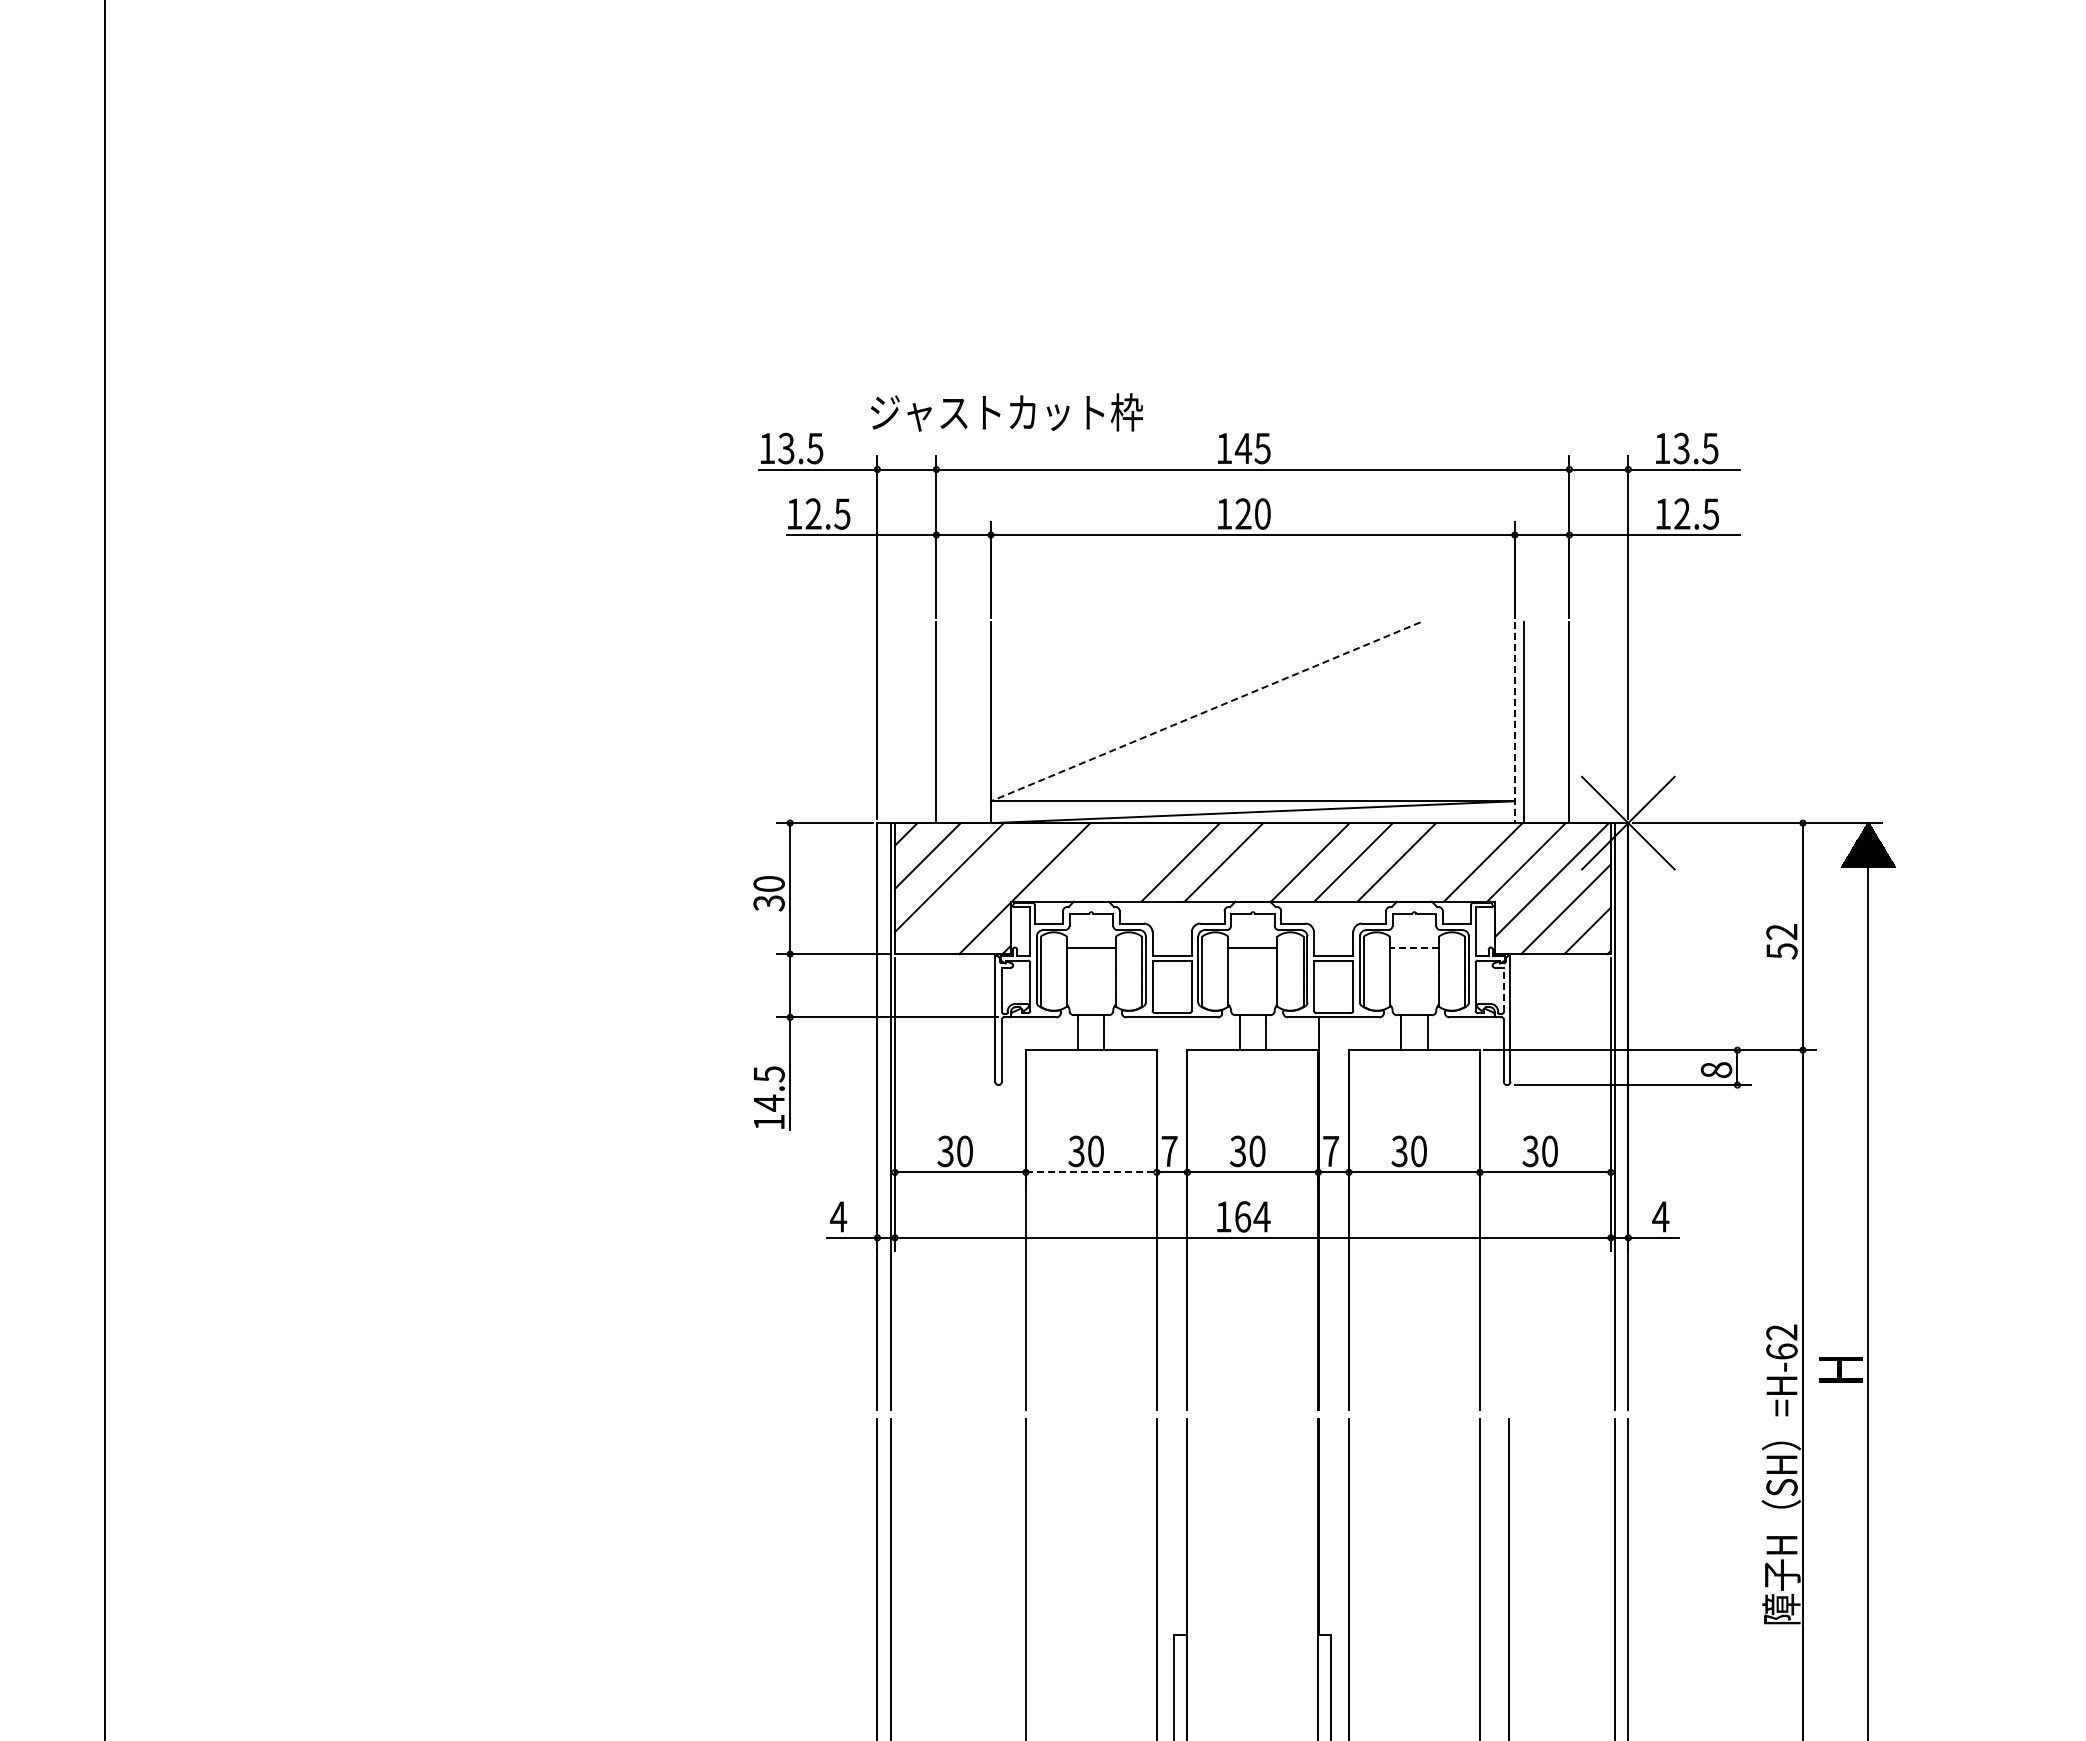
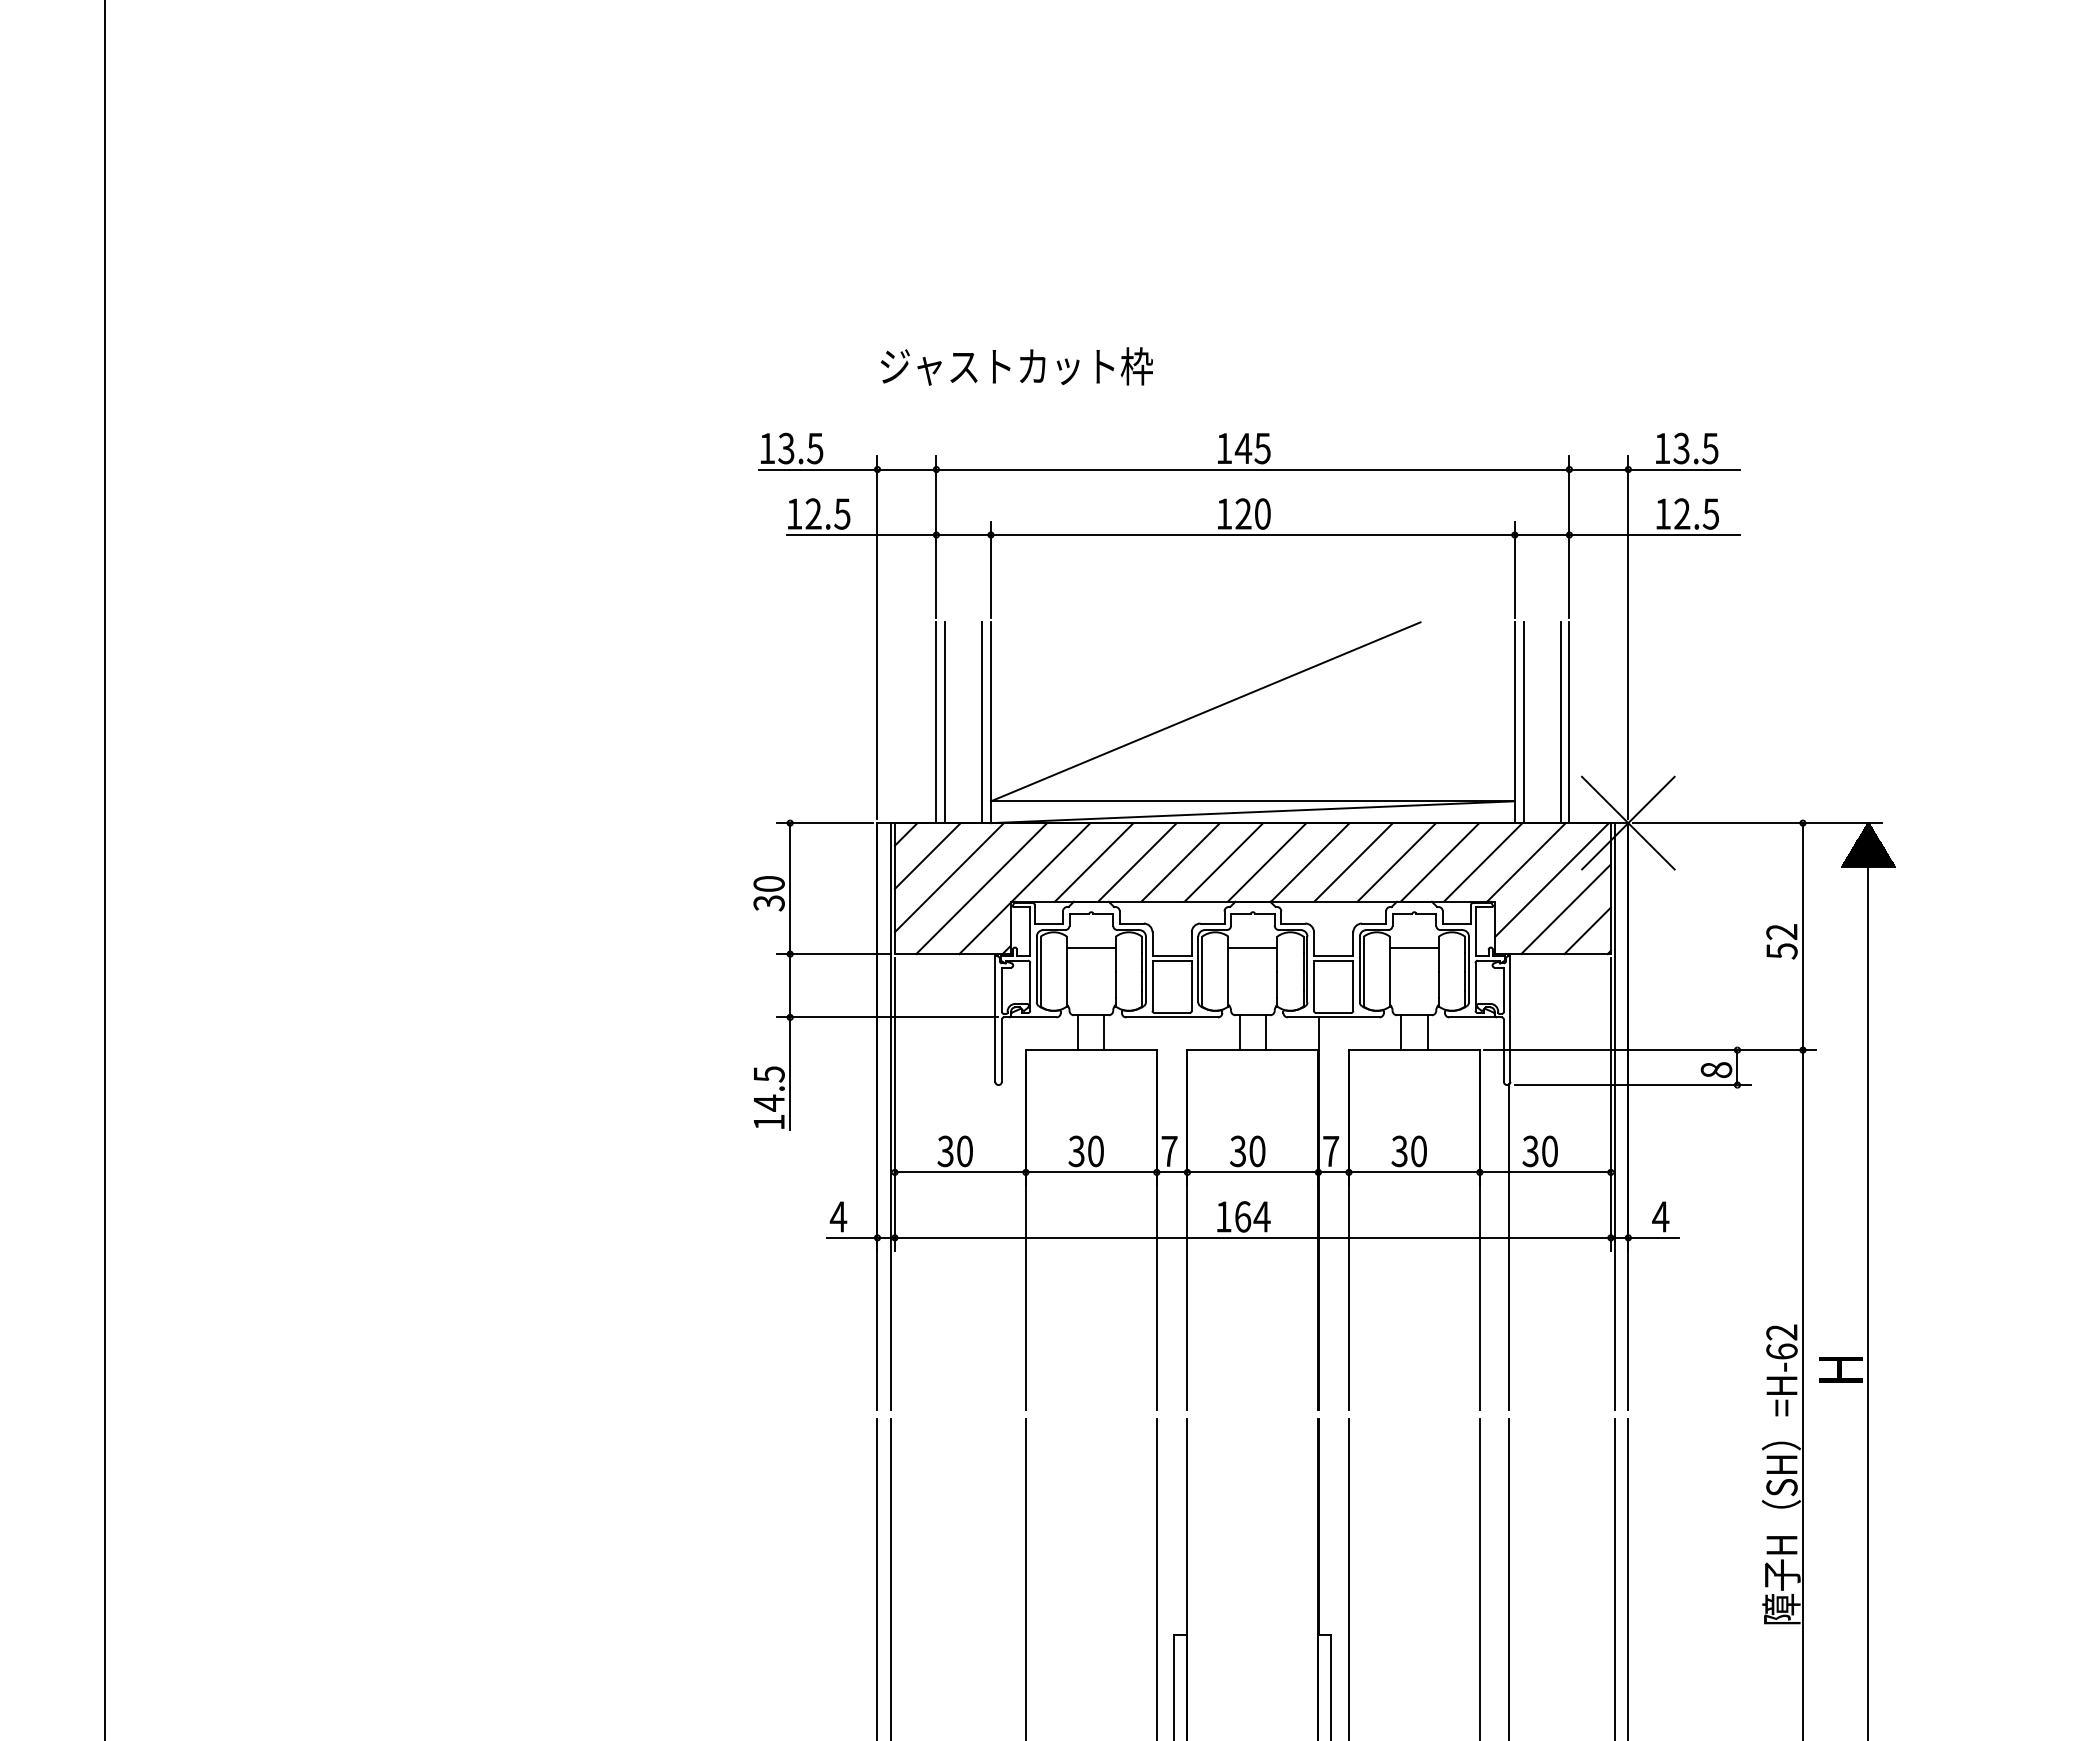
text at (1006, 412) position: (1006, 412) -> (1016, 366)
line at (1205, 711): dashed -> solid
line at (945, 722): none -> present
line at (982, 722): none -> present
line at (1560, 722): none -> present
line at (1514, 723): dashed -> solid
line at (1093, 862): none -> present
line at (1137, 862): none -> present
line at (1266, 862): none -> present
line at (1439, 862): none -> present
line at (981, 888): none -> present
line at (1413, 947): dashed -> solid
line at (1503, 989): dashed -> solid
line at (1091, 1172): dashed -> solid
line at (1509, 1247): none -> present
